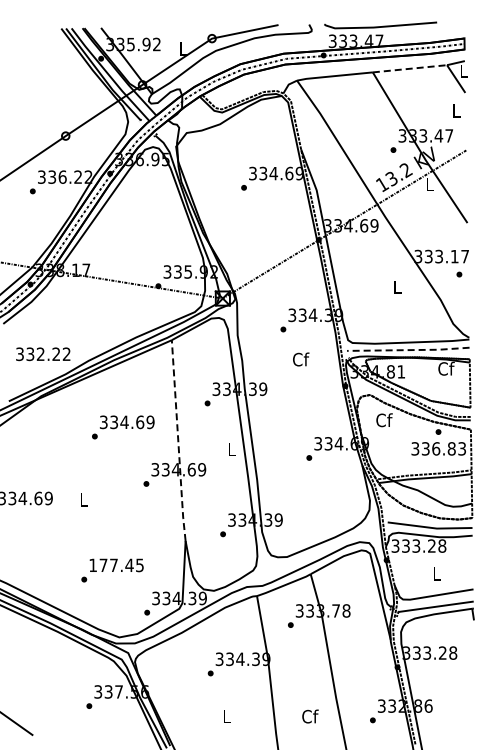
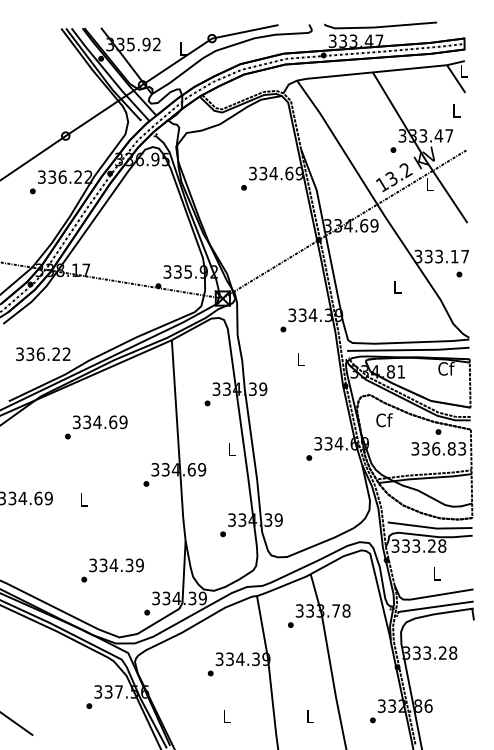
line at (410, 68): dashed -> solid
line at (408, 350): dashed -> solid
text at (40, 354): 332.22 -> 336.22
text at (301, 359): Cf -> L
text at (123, 427) position: (123, 427) -> (96, 427)
line at (178, 440): dashed -> solid
text at (116, 565): 177.45 -> 334.39
text at (310, 716): Cf -> L
